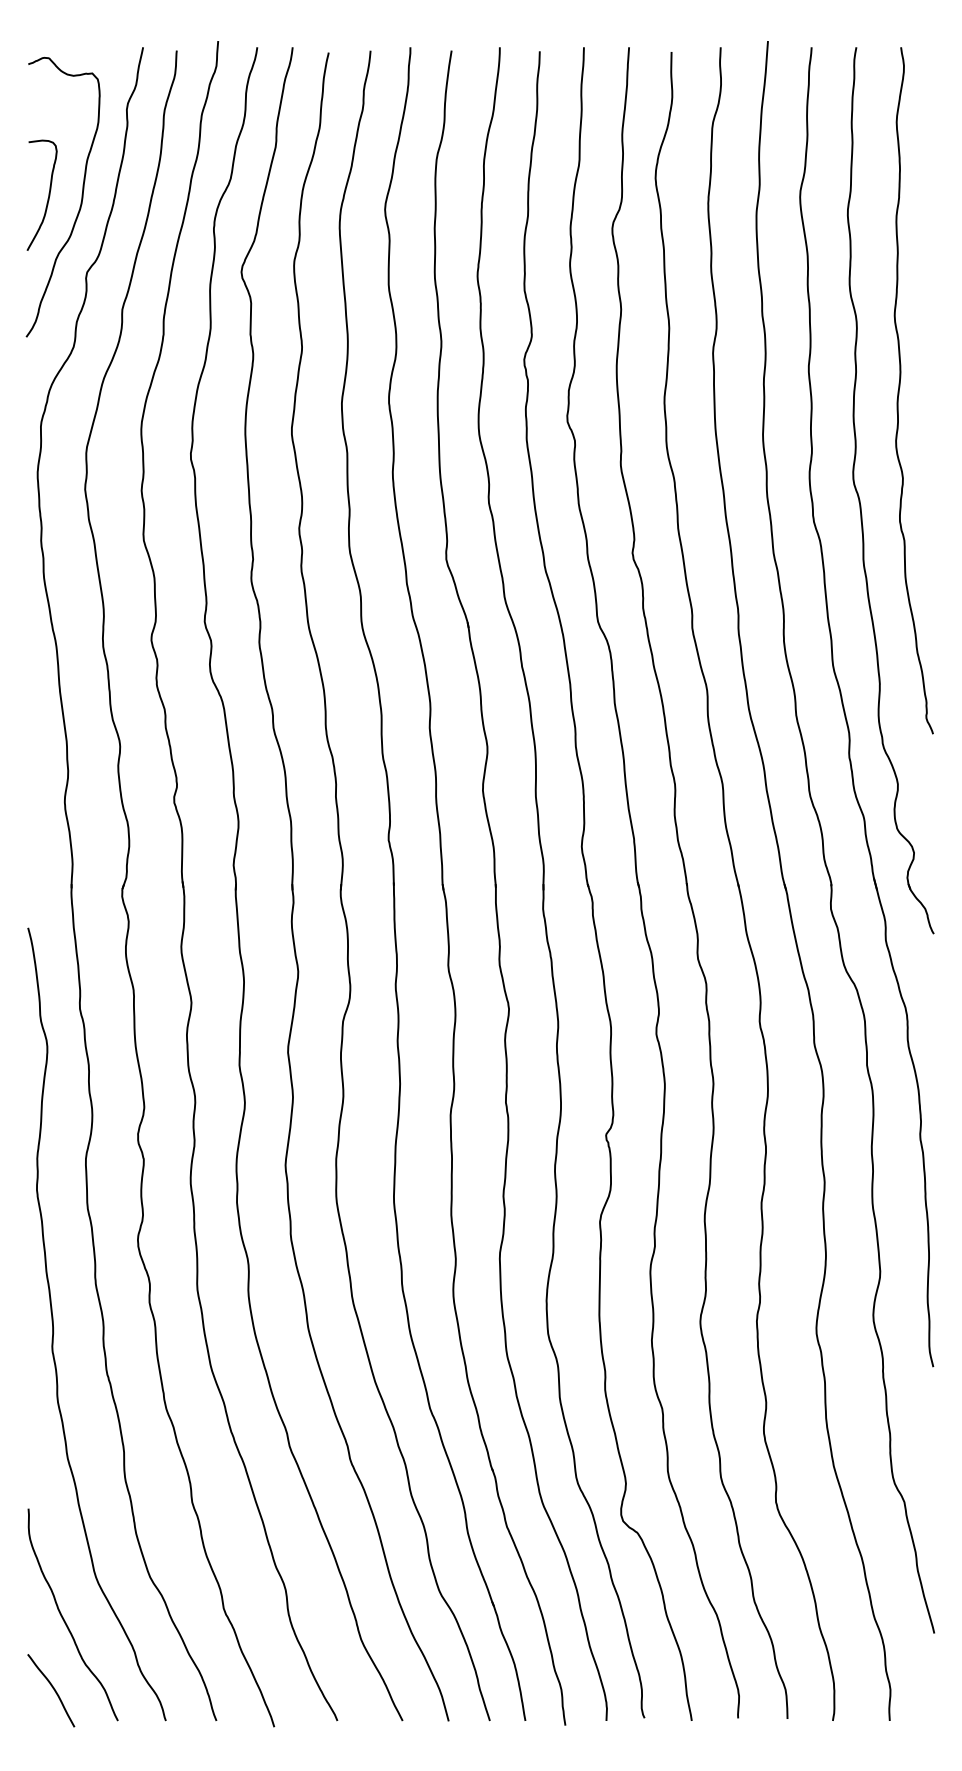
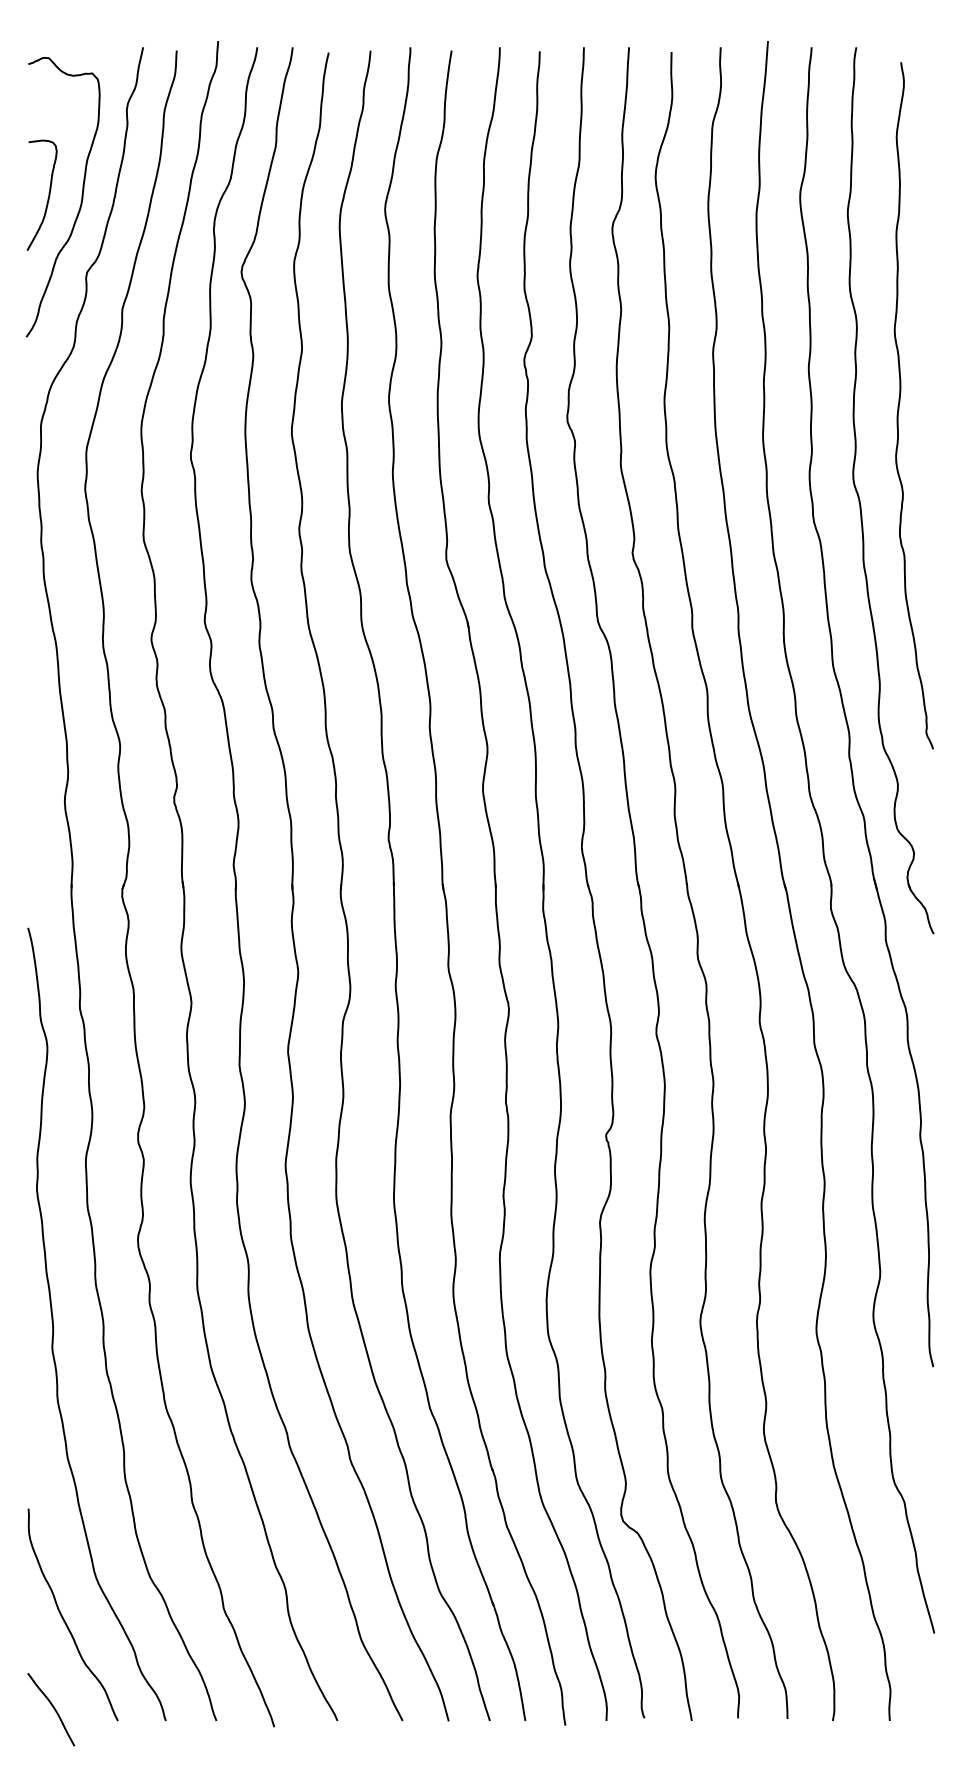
curve at (900, 387) position: (900, 387) -> (900, 402)
curve at (52, 1688) position: (52, 1688) -> (52, 1707)
